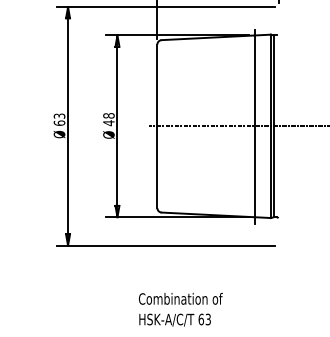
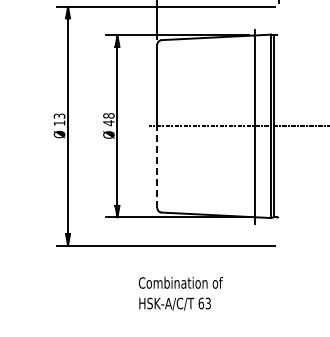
text at (59, 122): 63 -> 13
line at (157, 167): solid -> dashed
text at (180, 309) position: (180, 309) -> (180, 293)
